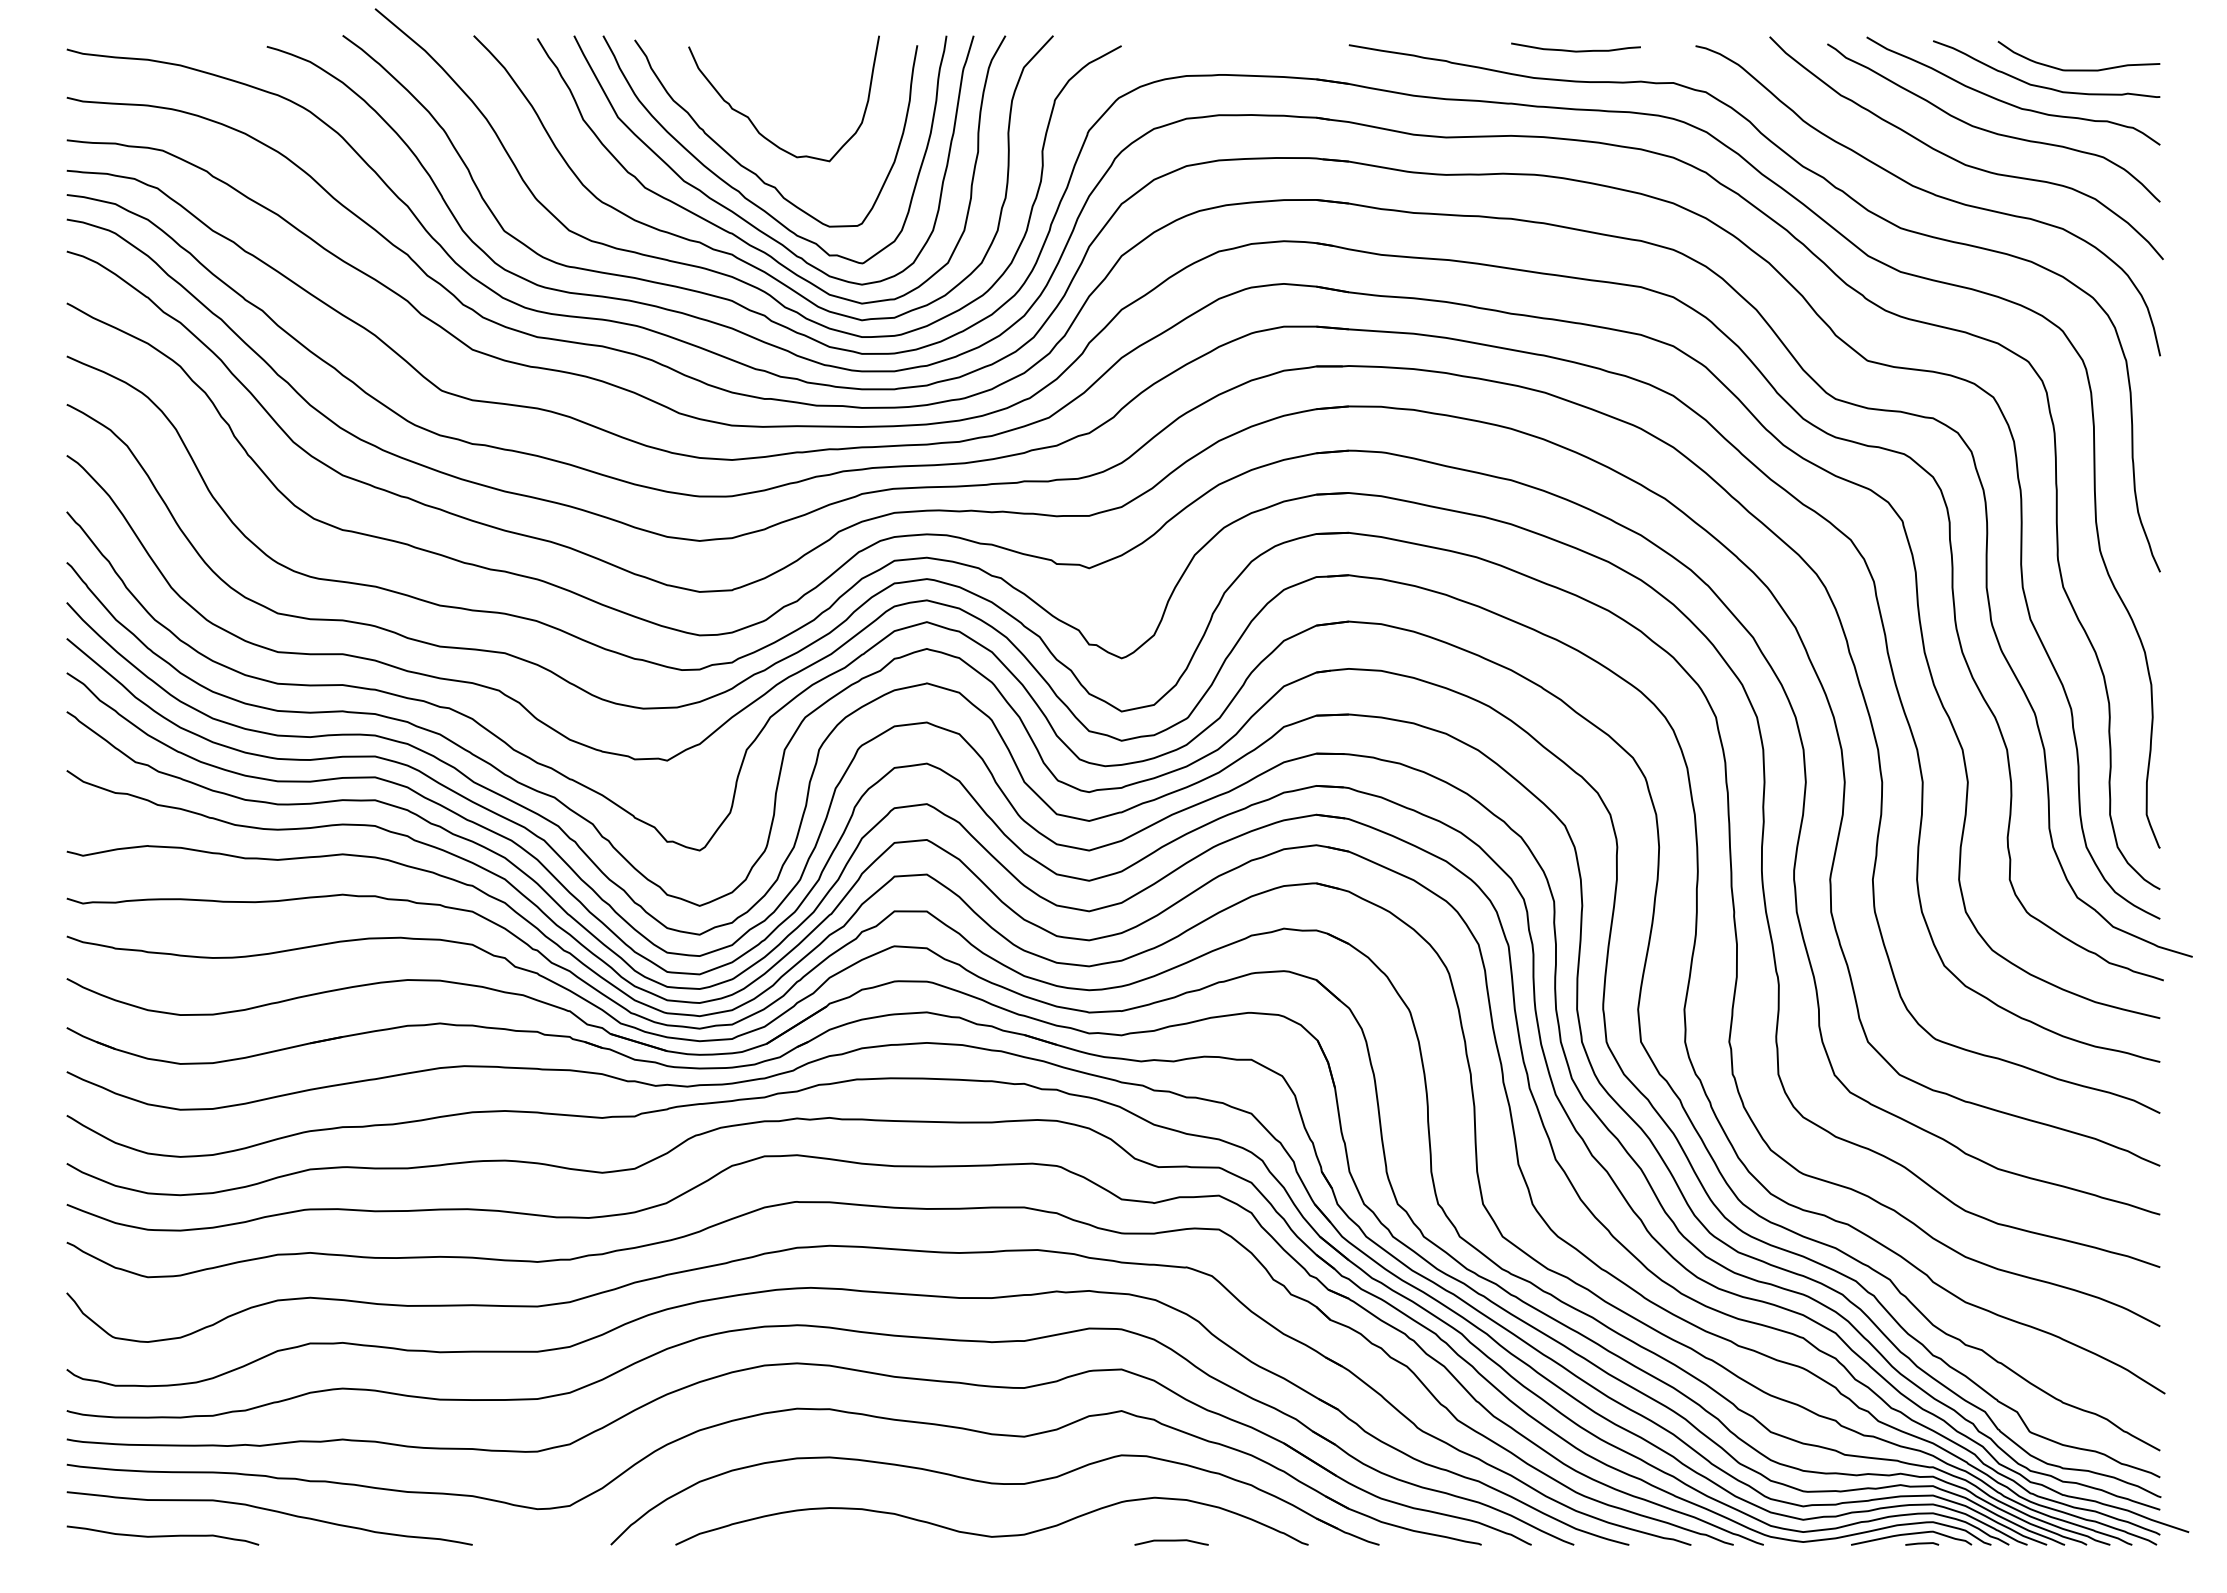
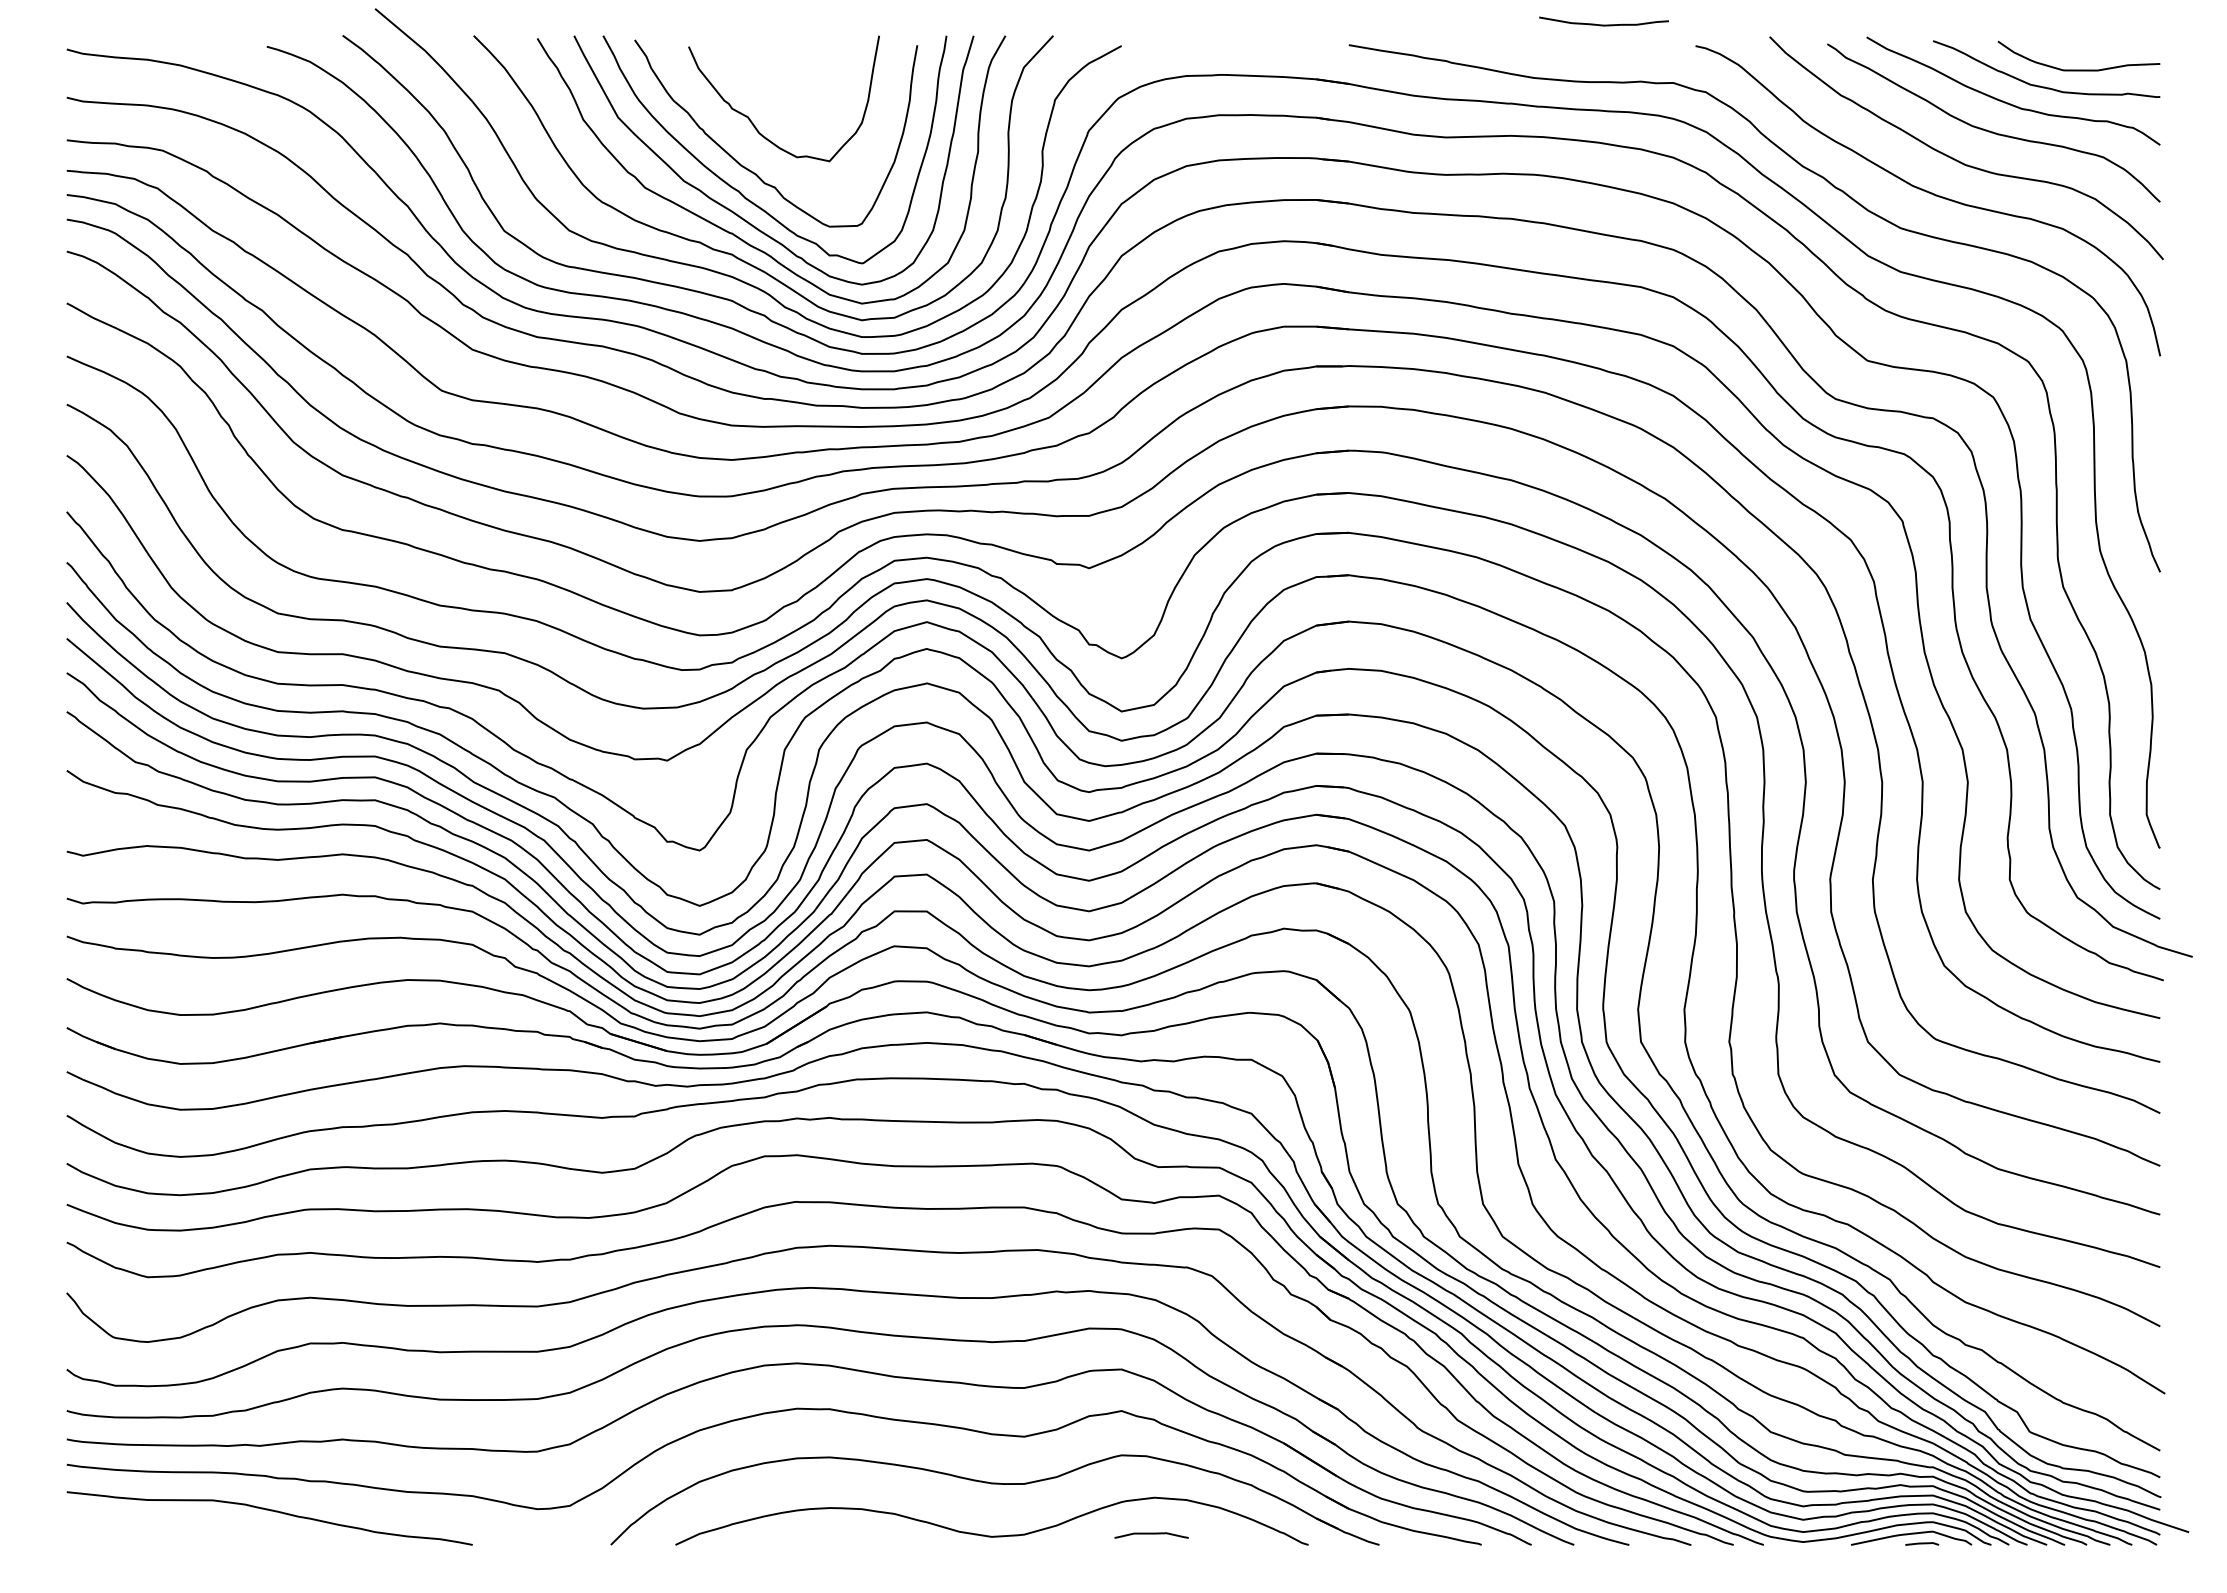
curve at (1575, 50) position: (1575, 50) -> (1603, 24)
curve at (162, 1535): present -> none
curve at (1171, 1541) position: (1171, 1541) -> (1151, 1534)
